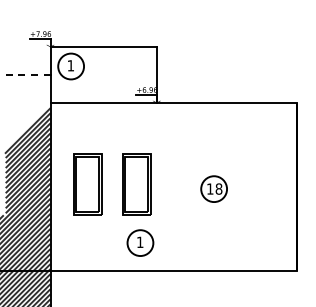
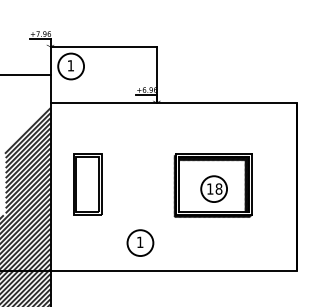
line at (25, 75): dashed -> solid
part at (136, 184): present -> none
part at (212, 185): none -> present
